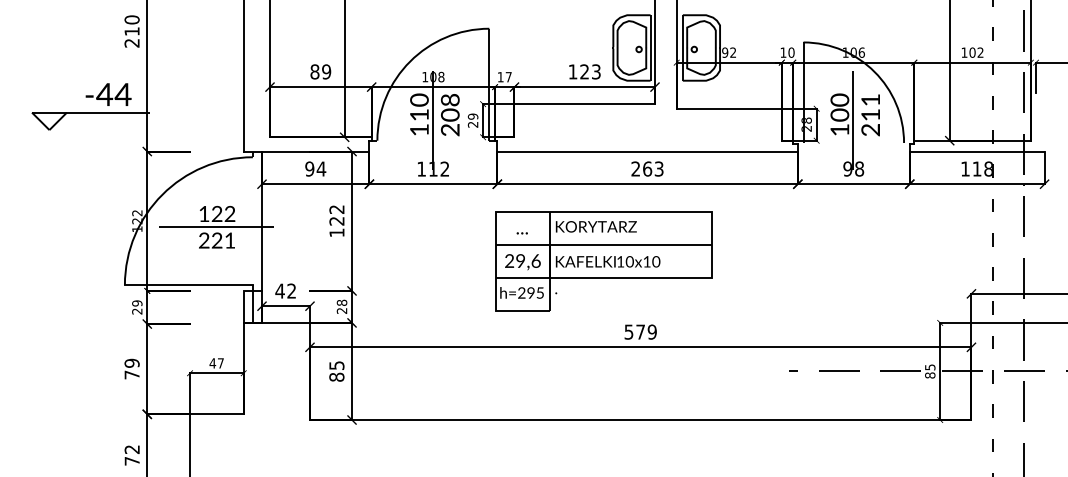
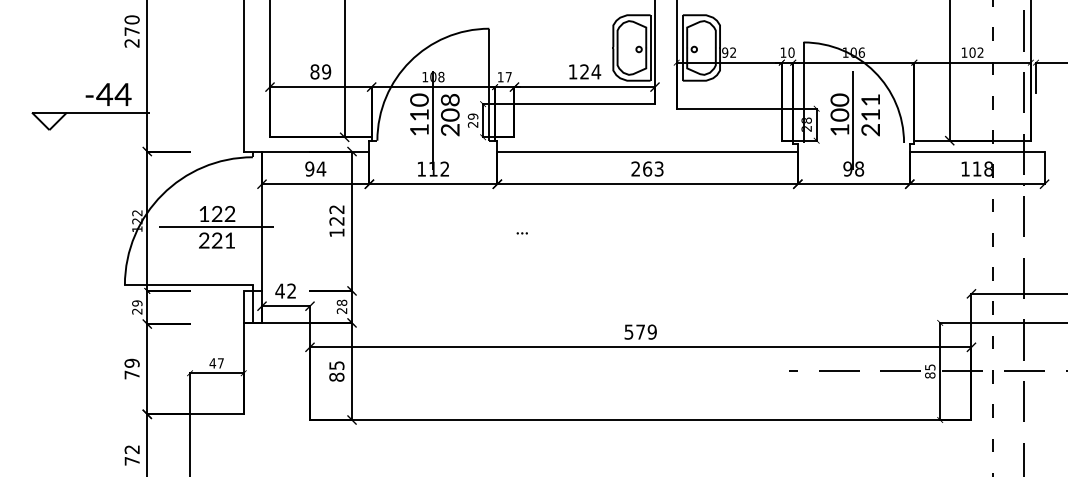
text at (131, 31): 210 -> 270
text at (596, 71): 123 -> 124
part at (603, 261): present -> none
